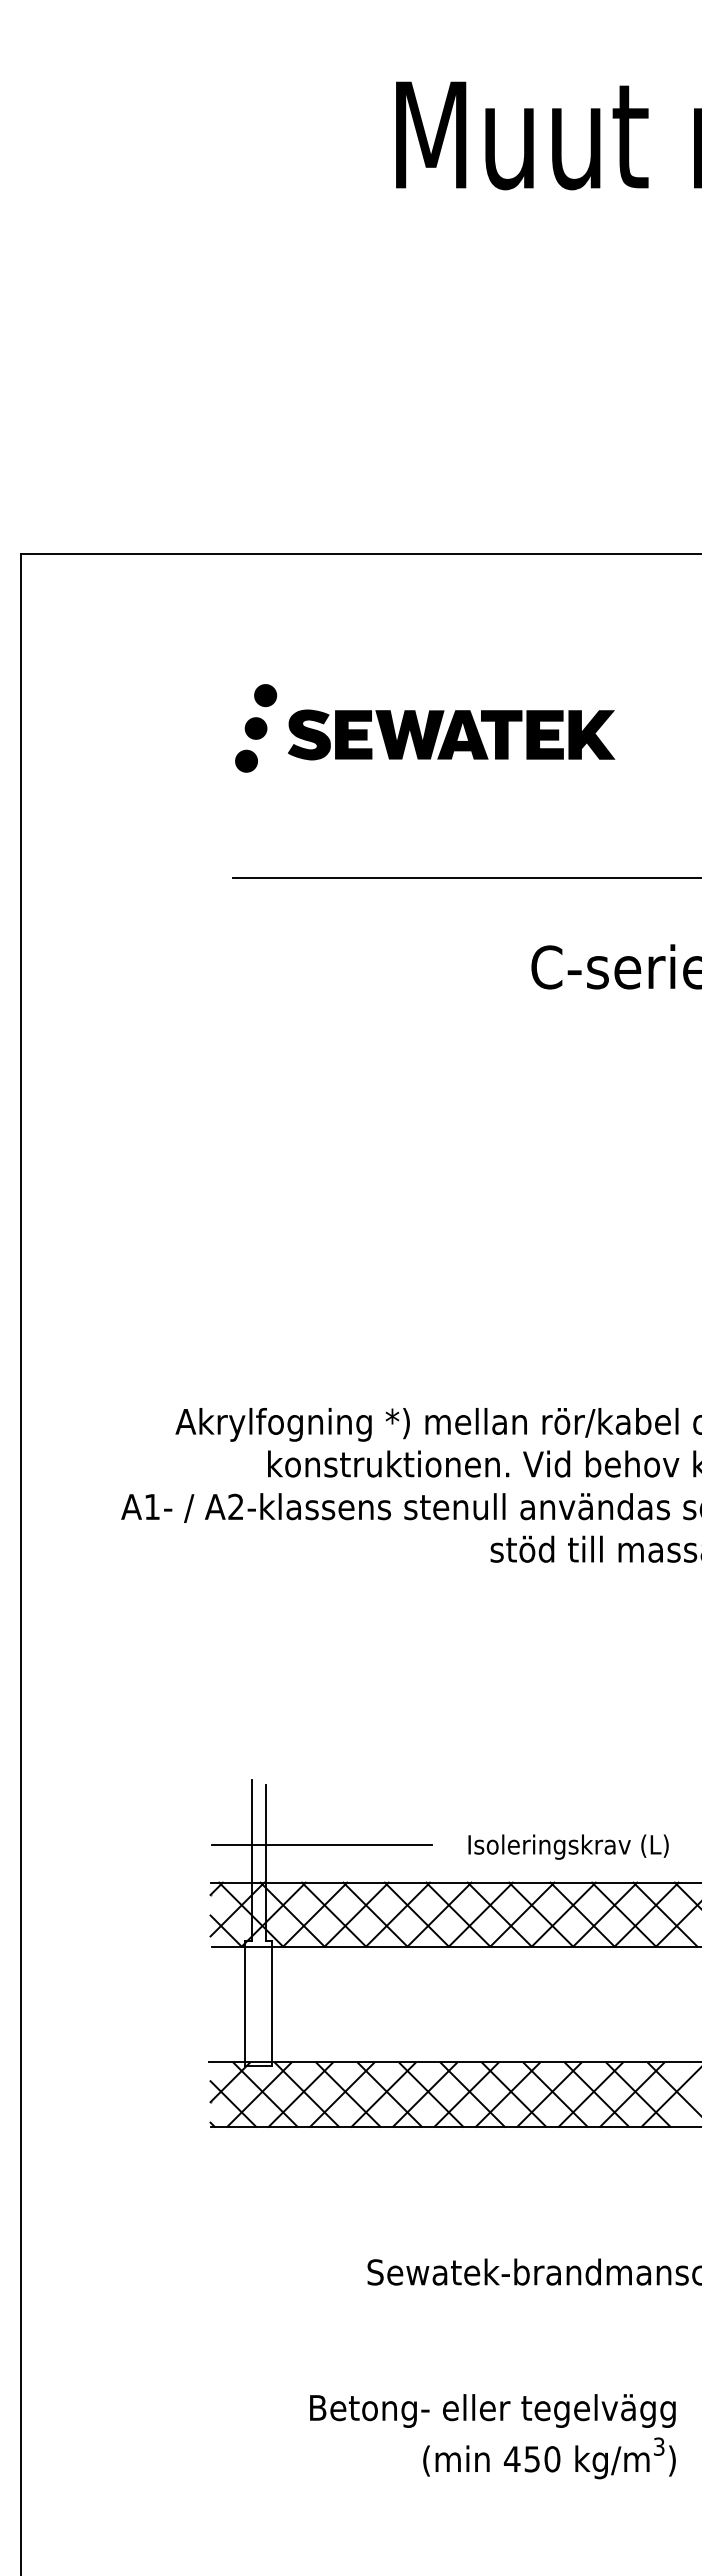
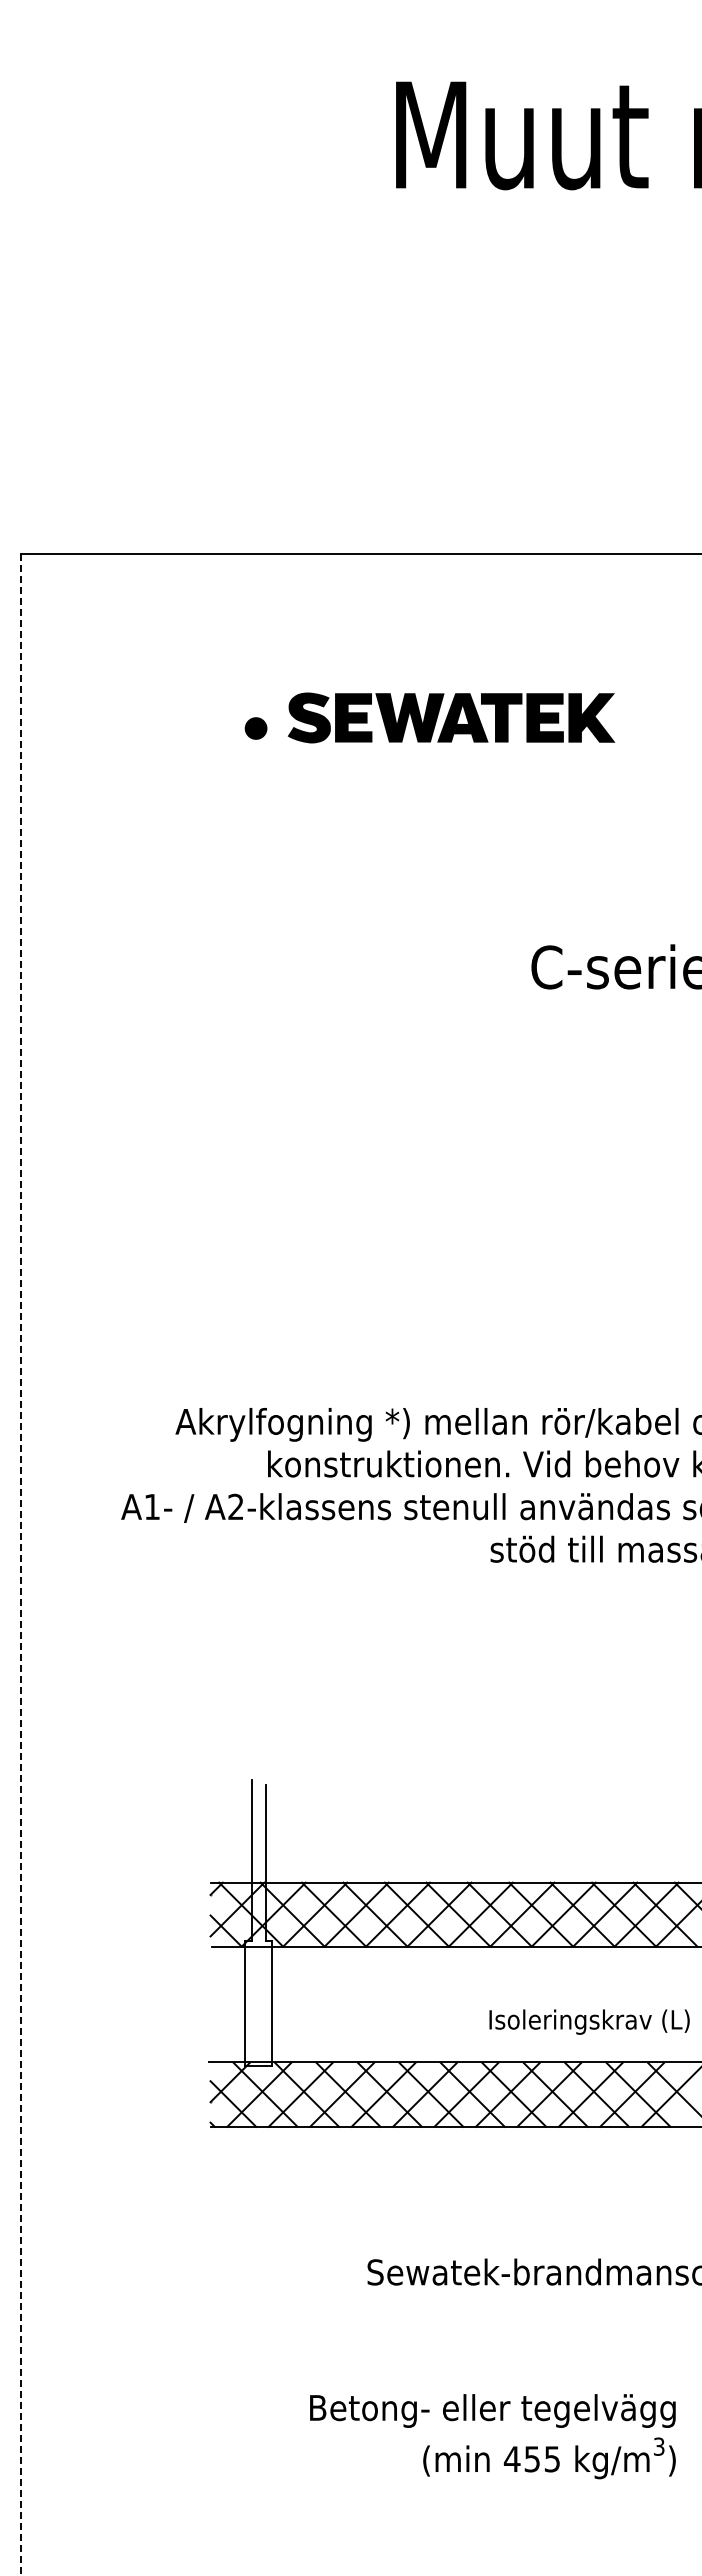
fill at (265, 695): present -> none
part at (451, 734) position: (451, 734) -> (451, 717)
fill at (246, 760): present -> none
line at (465, 877): present -> none
line at (21, 1564): solid -> dashed
line at (321, 1844): present -> none
text at (568, 1846) position: (568, 1846) -> (589, 2021)
text at (552, 2459): 450 -> 455
